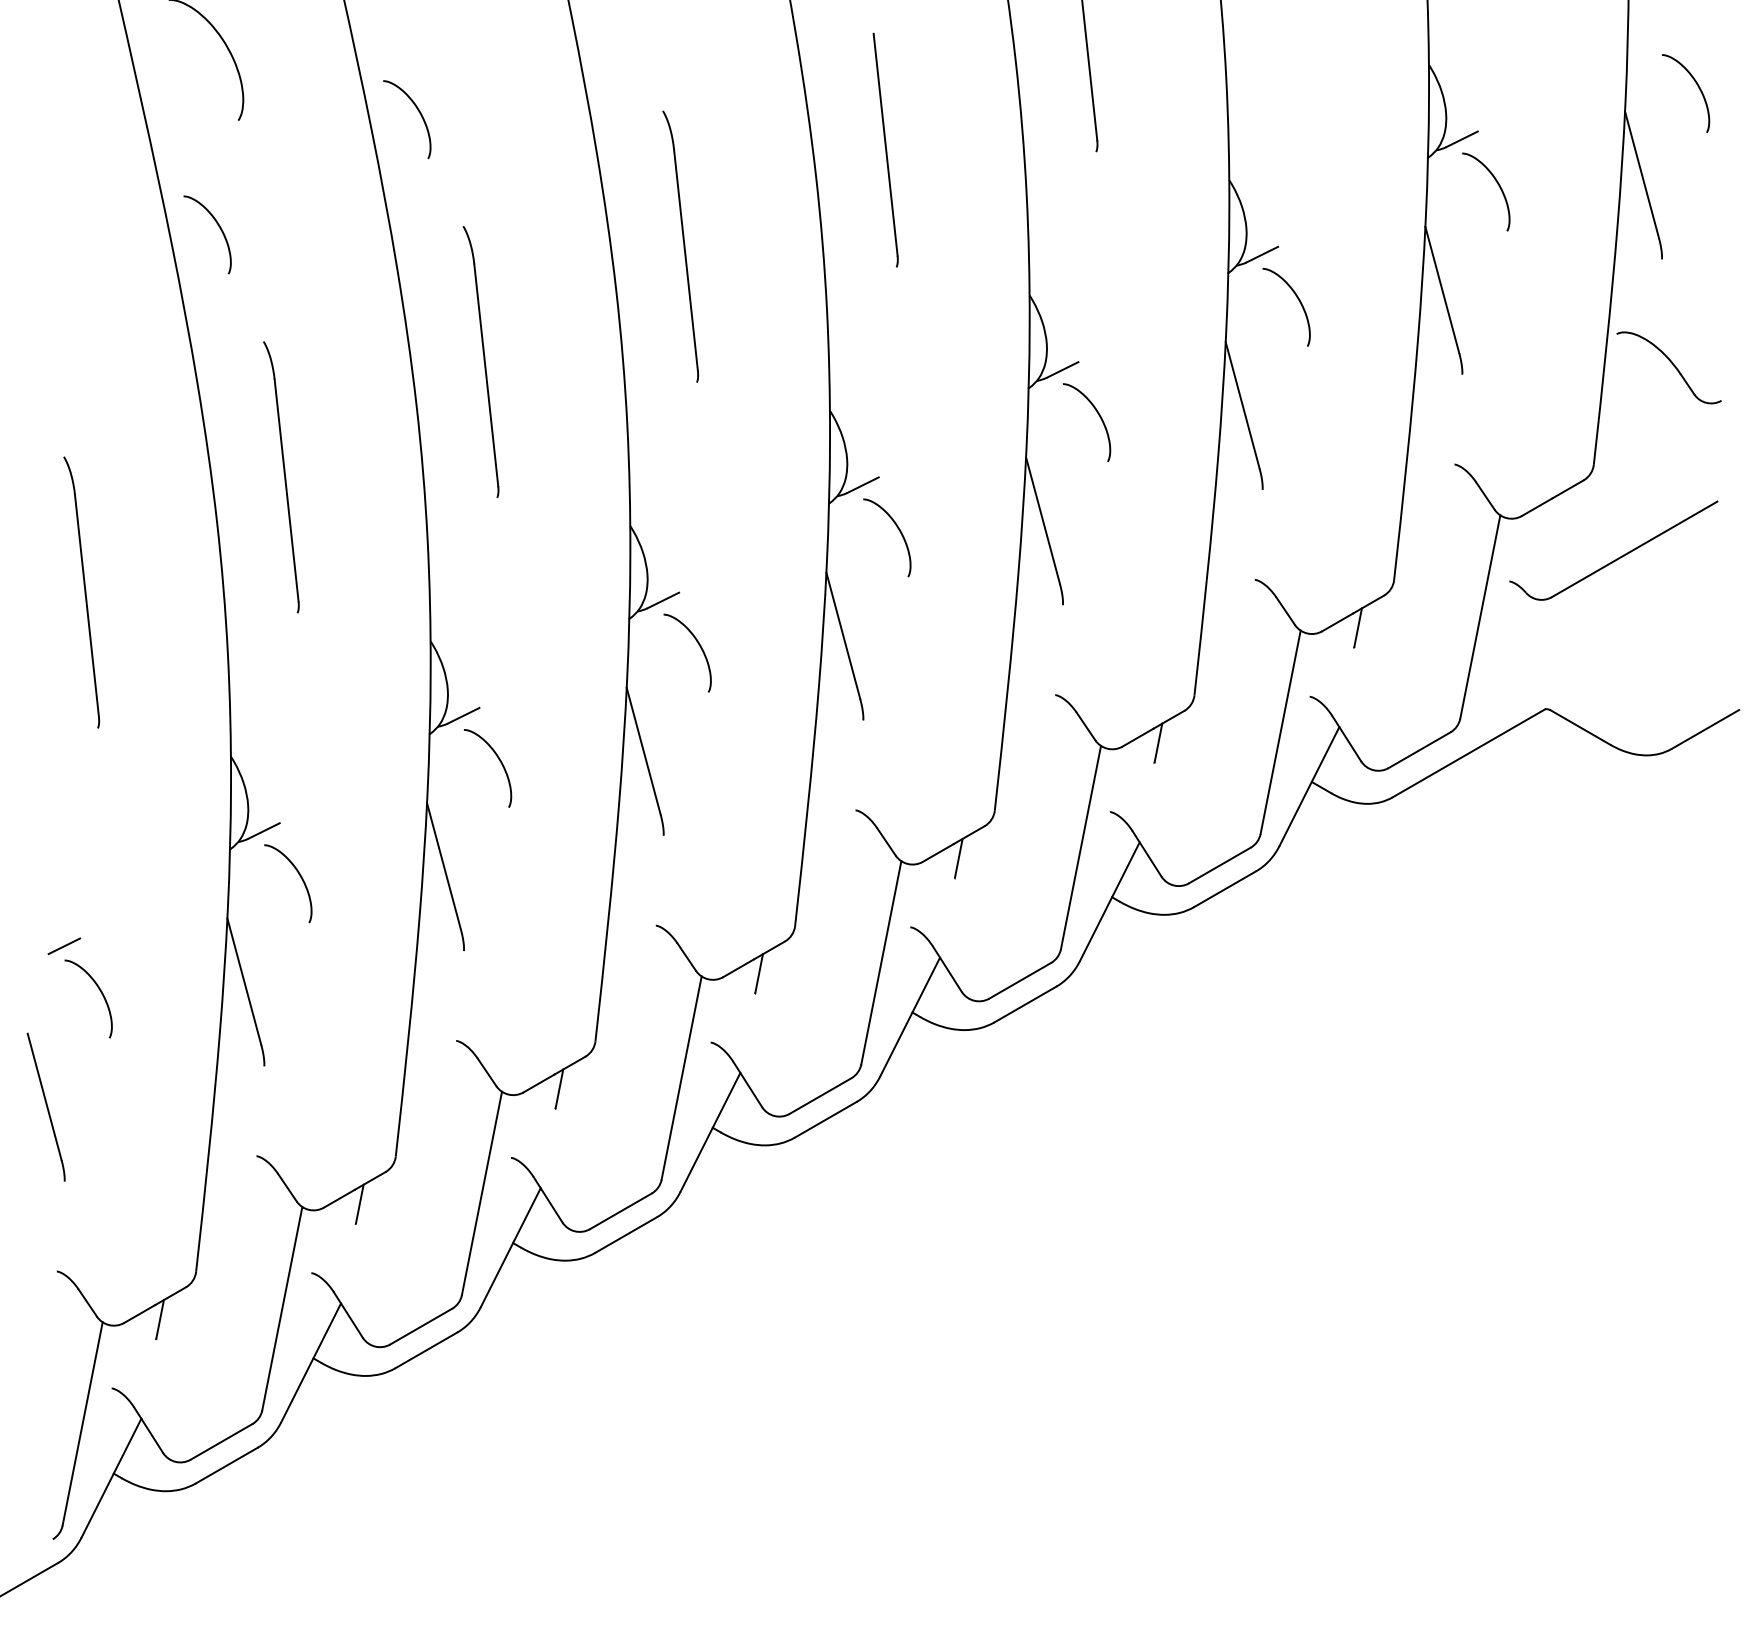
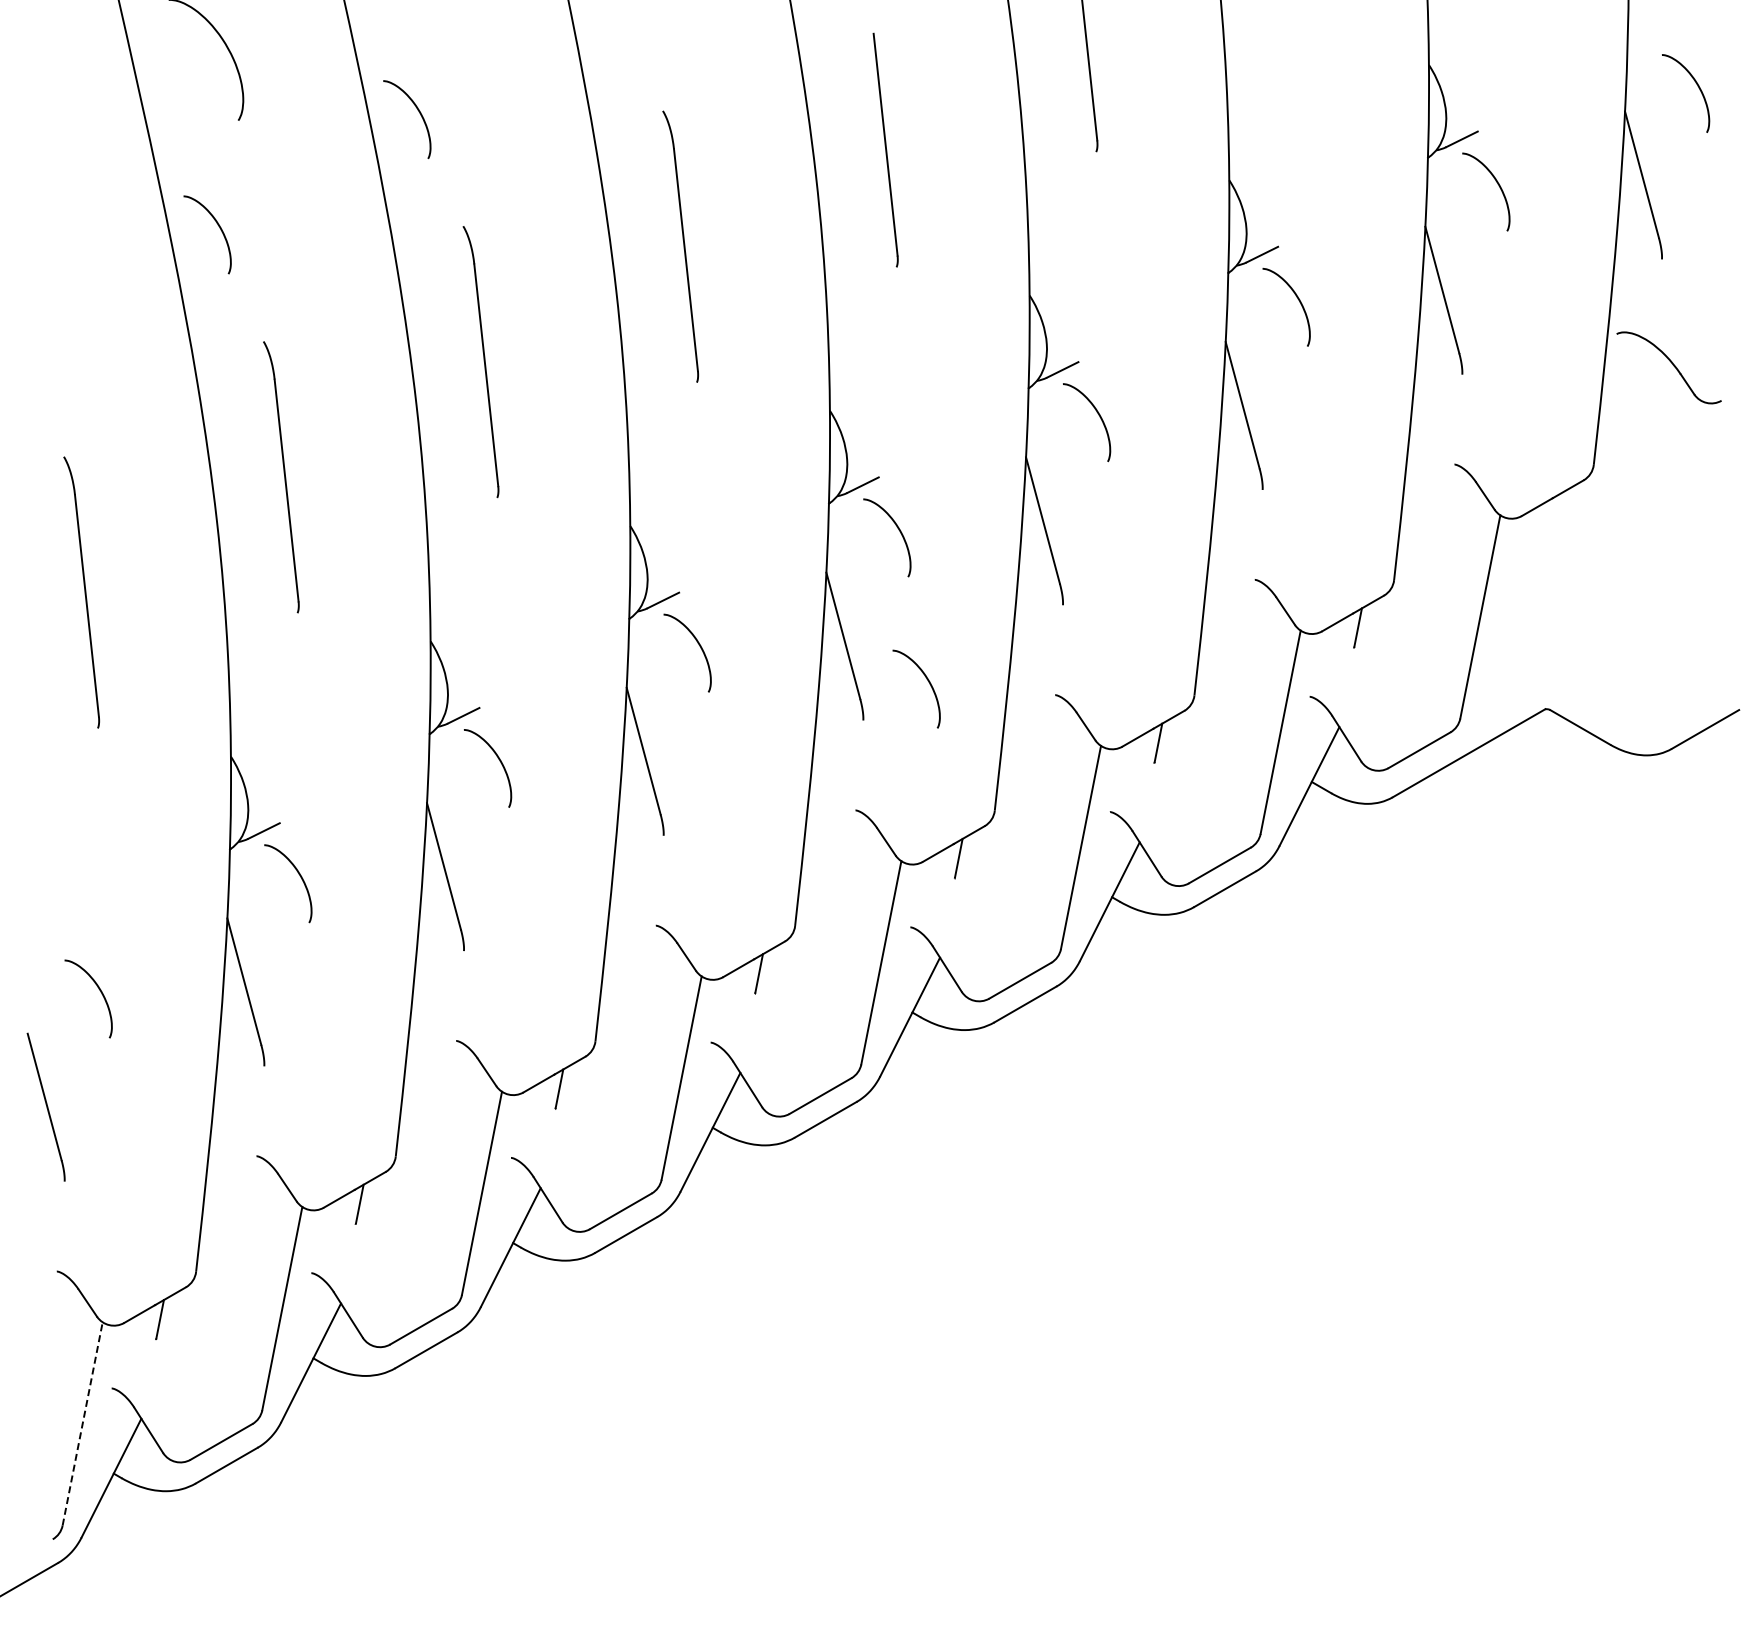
part at (1616, 558): present -> none
curve at (928, 682): none -> present
line at (64, 946): present -> none
line at (82, 1423): solid -> dashed
